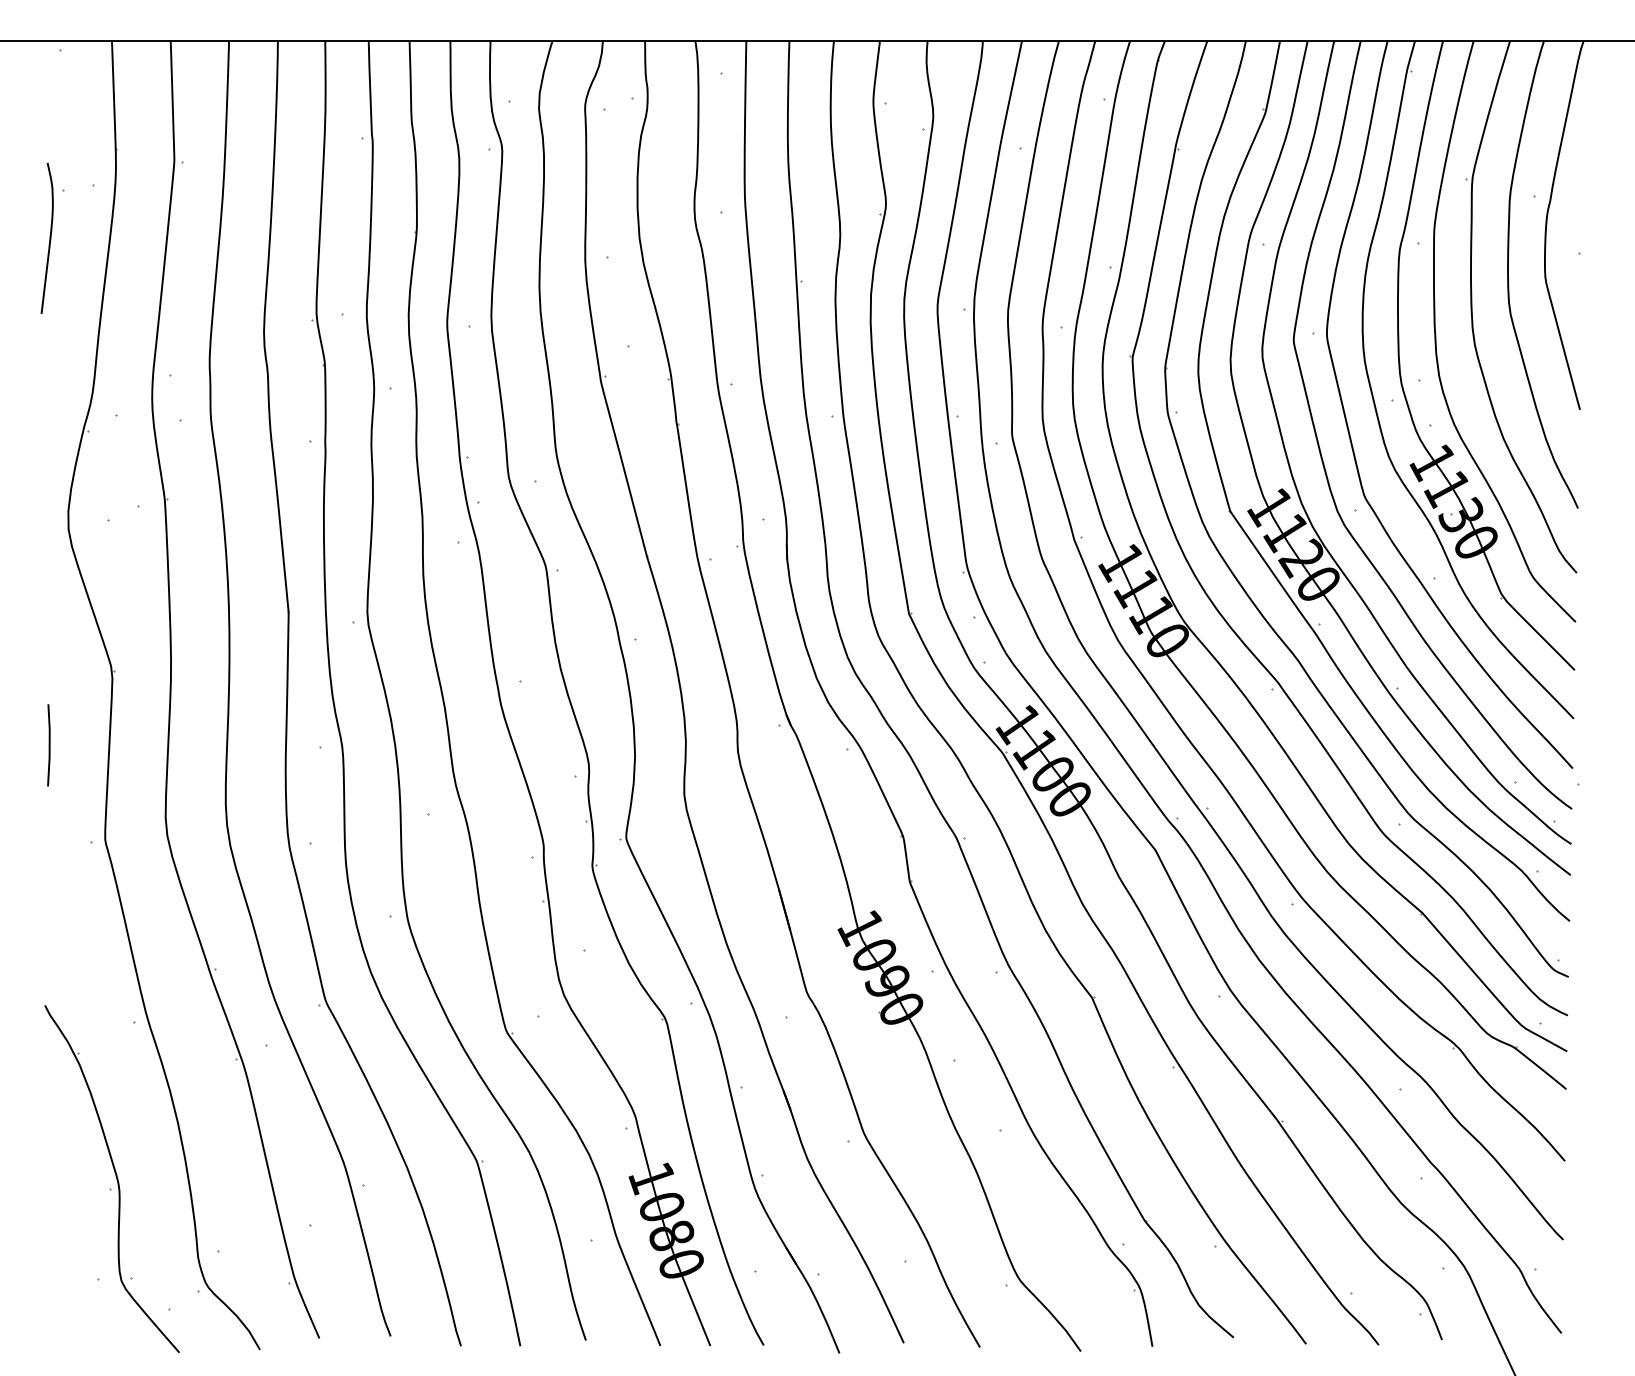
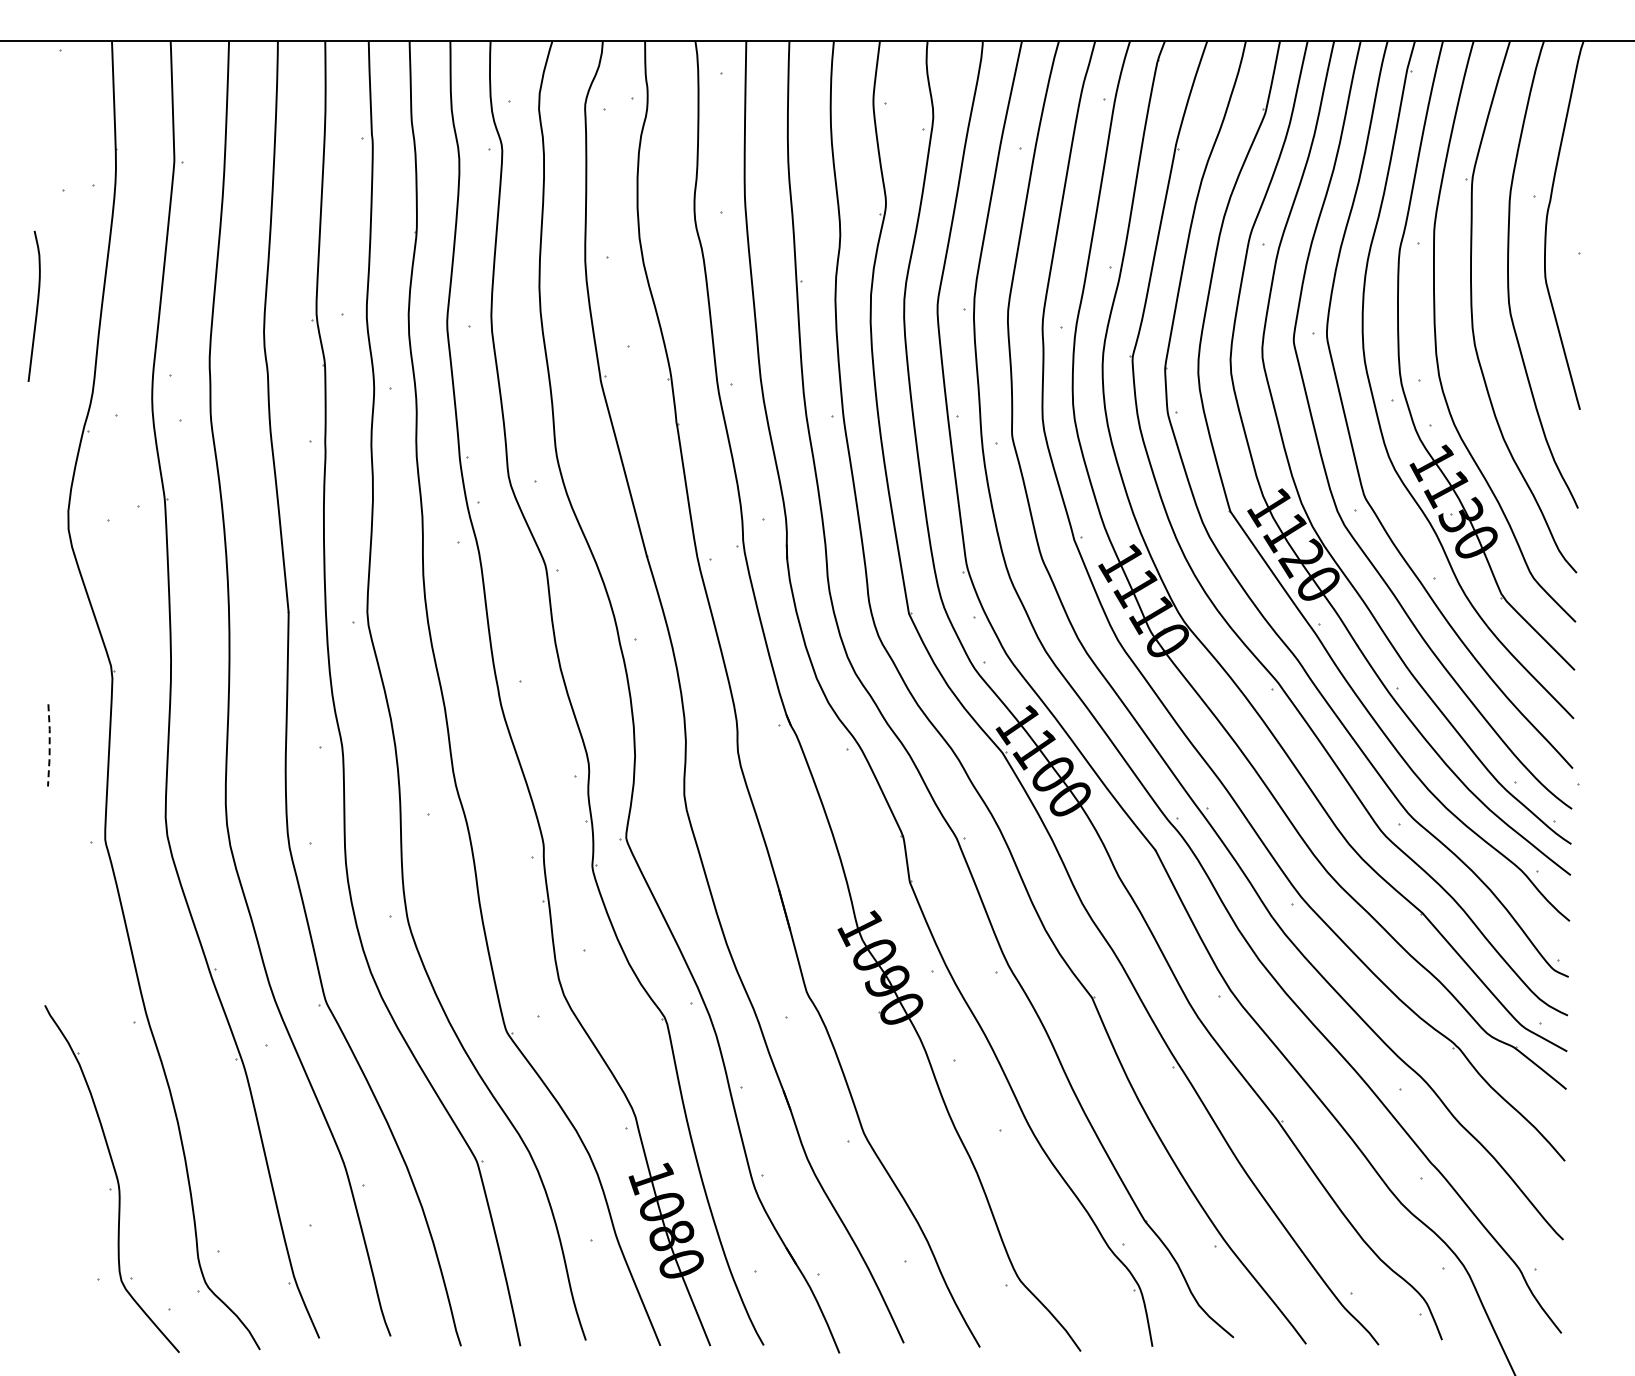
curve at (49, 237) position: (49, 237) -> (36, 305)
line at (49, 745): solid -> dashed
